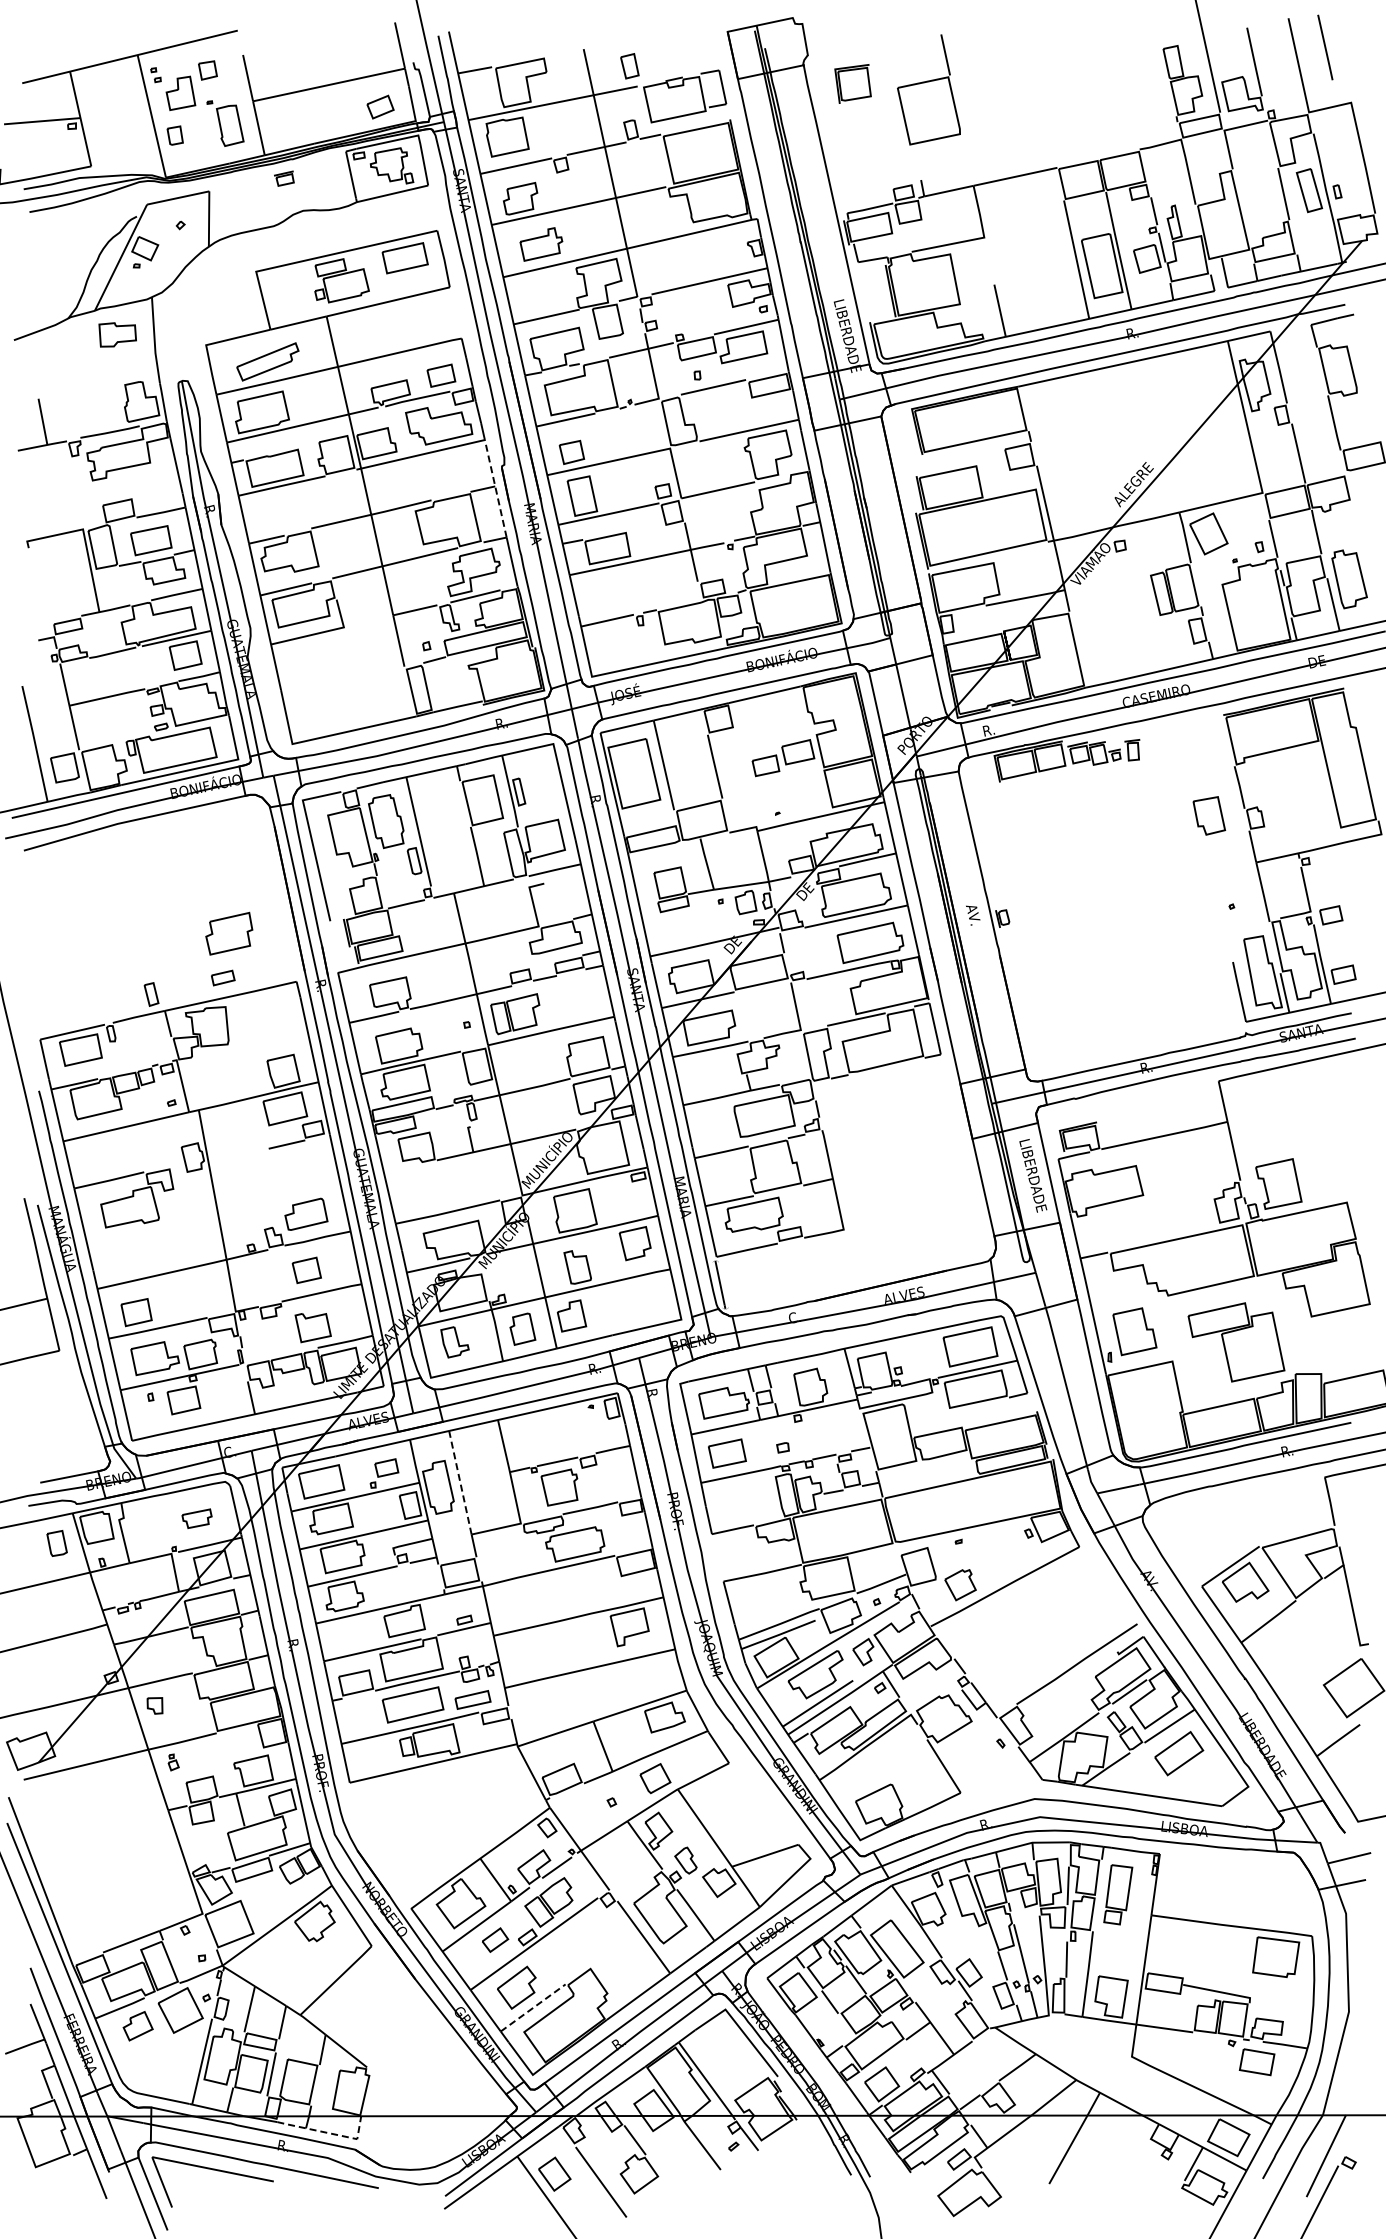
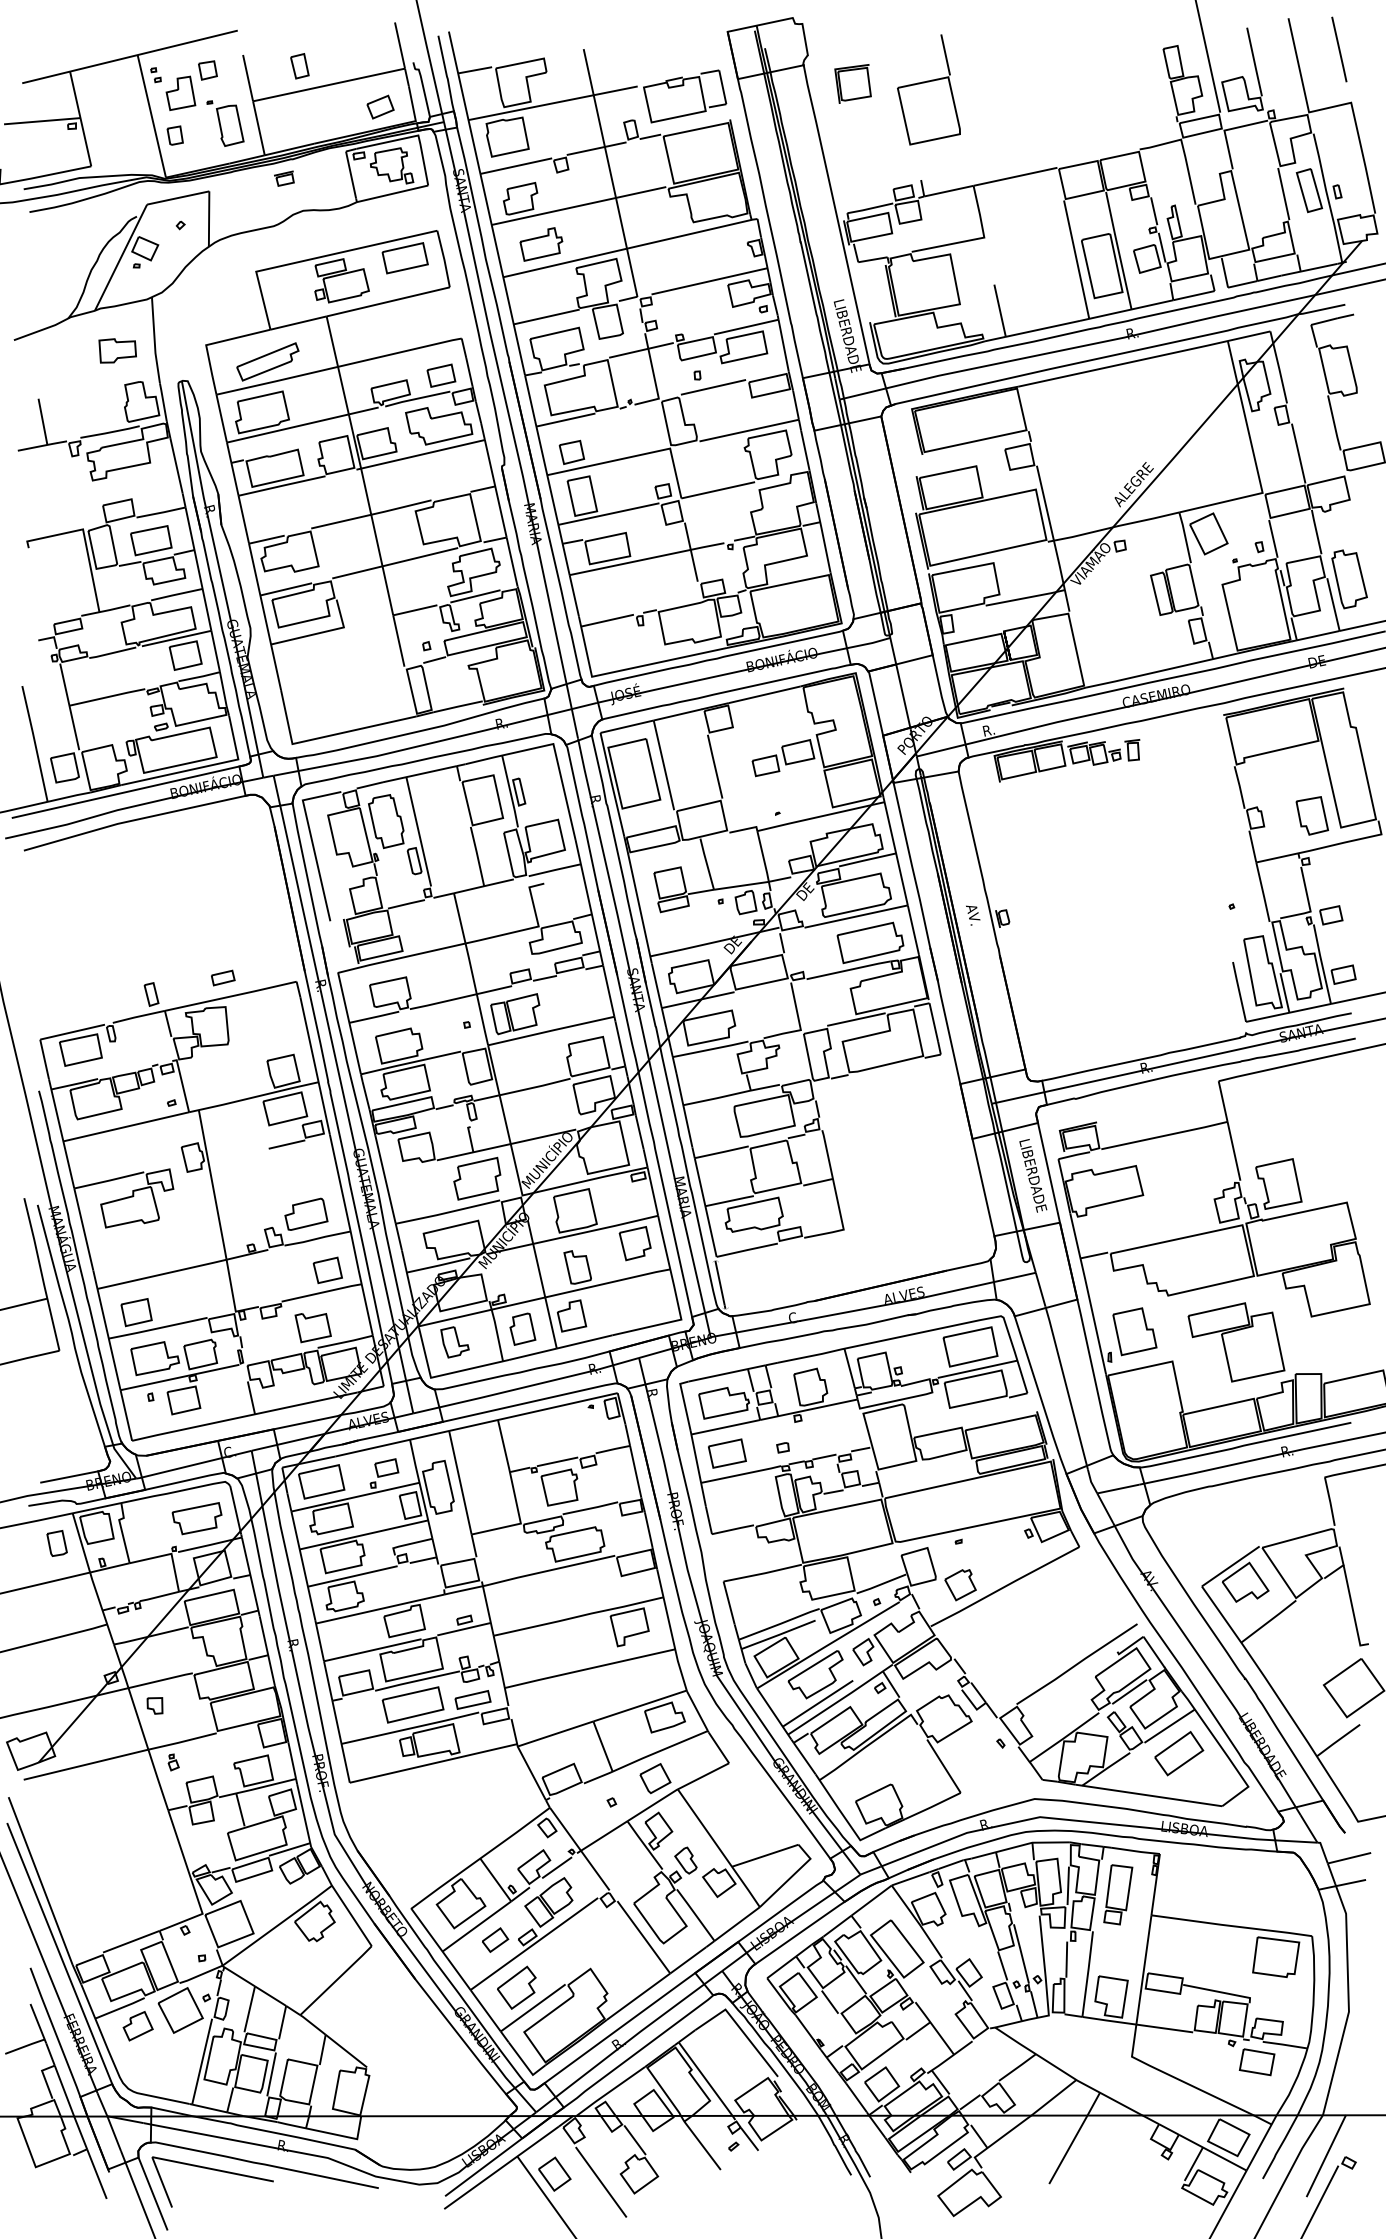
line at (1325, 47) position: (1325, 47) -> (1339, 49)
part at (629, 66) position: (629, 66) -> (299, 66)
part at (117, 334) position: (117, 334) -> (117, 350)
line at (495, 488): dashed -> solid
part at (1209, 815) position: (1209, 815) -> (1312, 815)
part at (229, 933) position: (229, 933) -> (477, 1178)
part at (306, 1269) position: (306, 1269) -> (327, 1269)
line at (460, 1482): dashed -> solid
part at (196, 1518) size: 32x21 px -> 52x34 px
line at (533, 2007): dashed -> solid
line at (329, 2133): dashed -> solid
